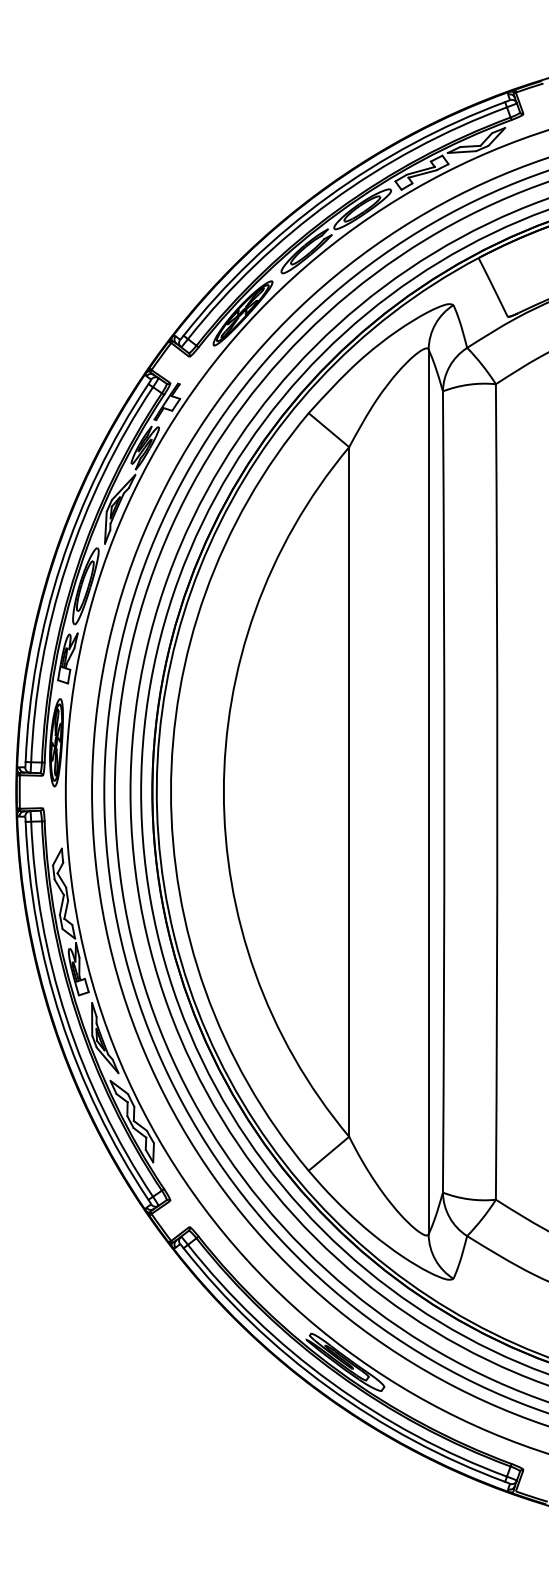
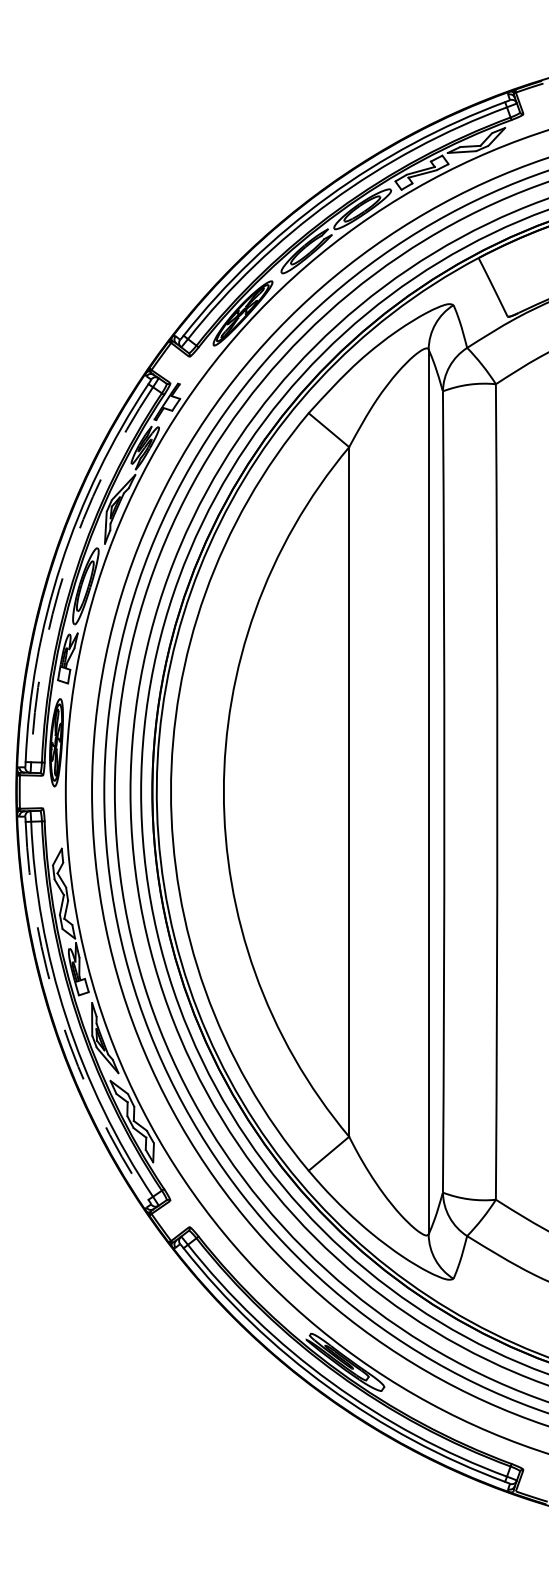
arc at (66, 566): solid -> dashed
arc at (61, 1019): solid -> dashed
